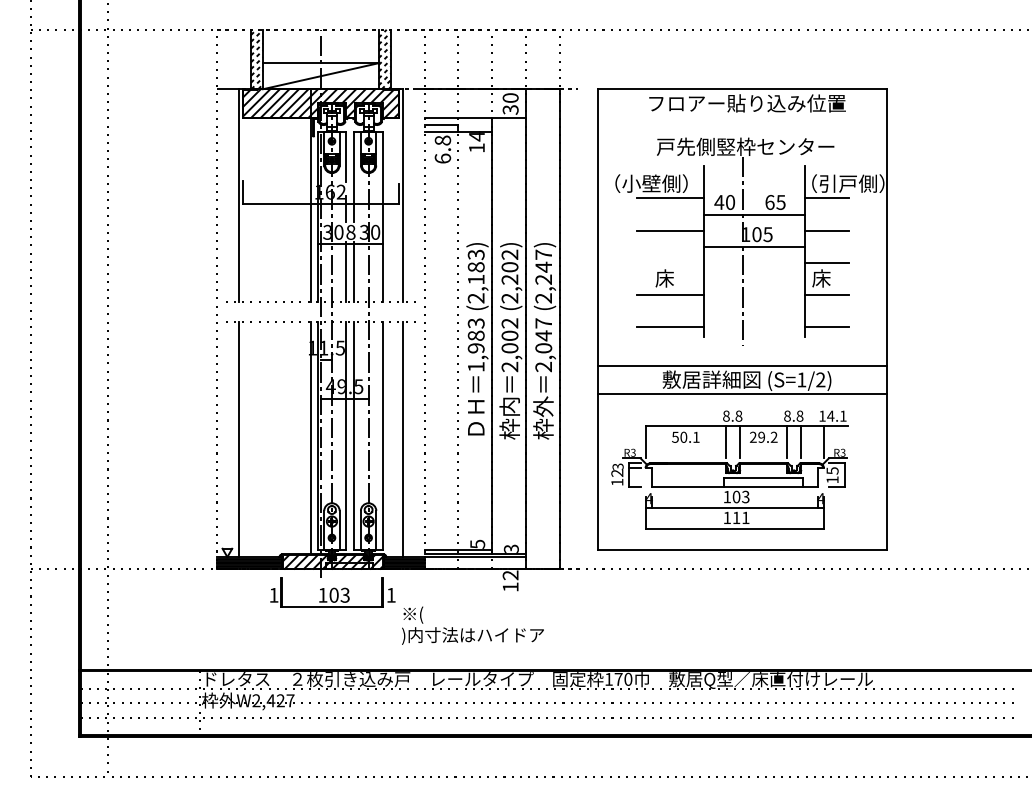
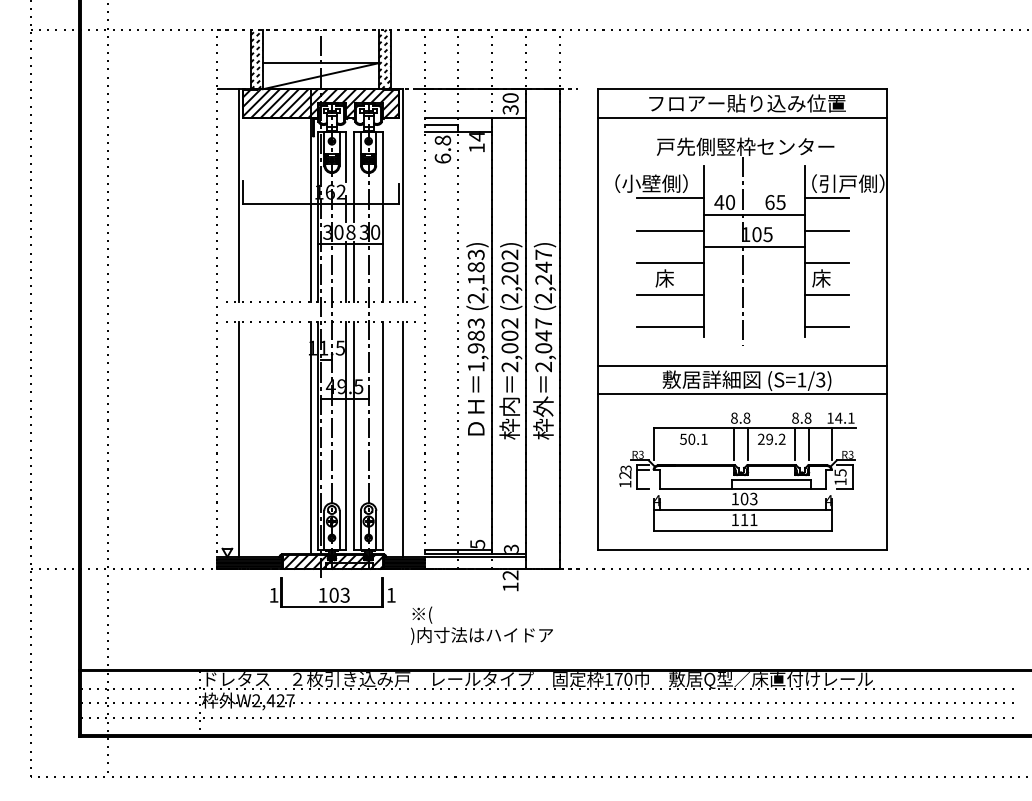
line at (742, 118): none -> present
line at (670, 262): none -> present
text at (820, 379): (S=1/2) -> (S=1/3)
part at (729, 469) position: (729, 469) -> (737, 471)
text at (472, 625) position: (472, 625) -> (481, 625)
